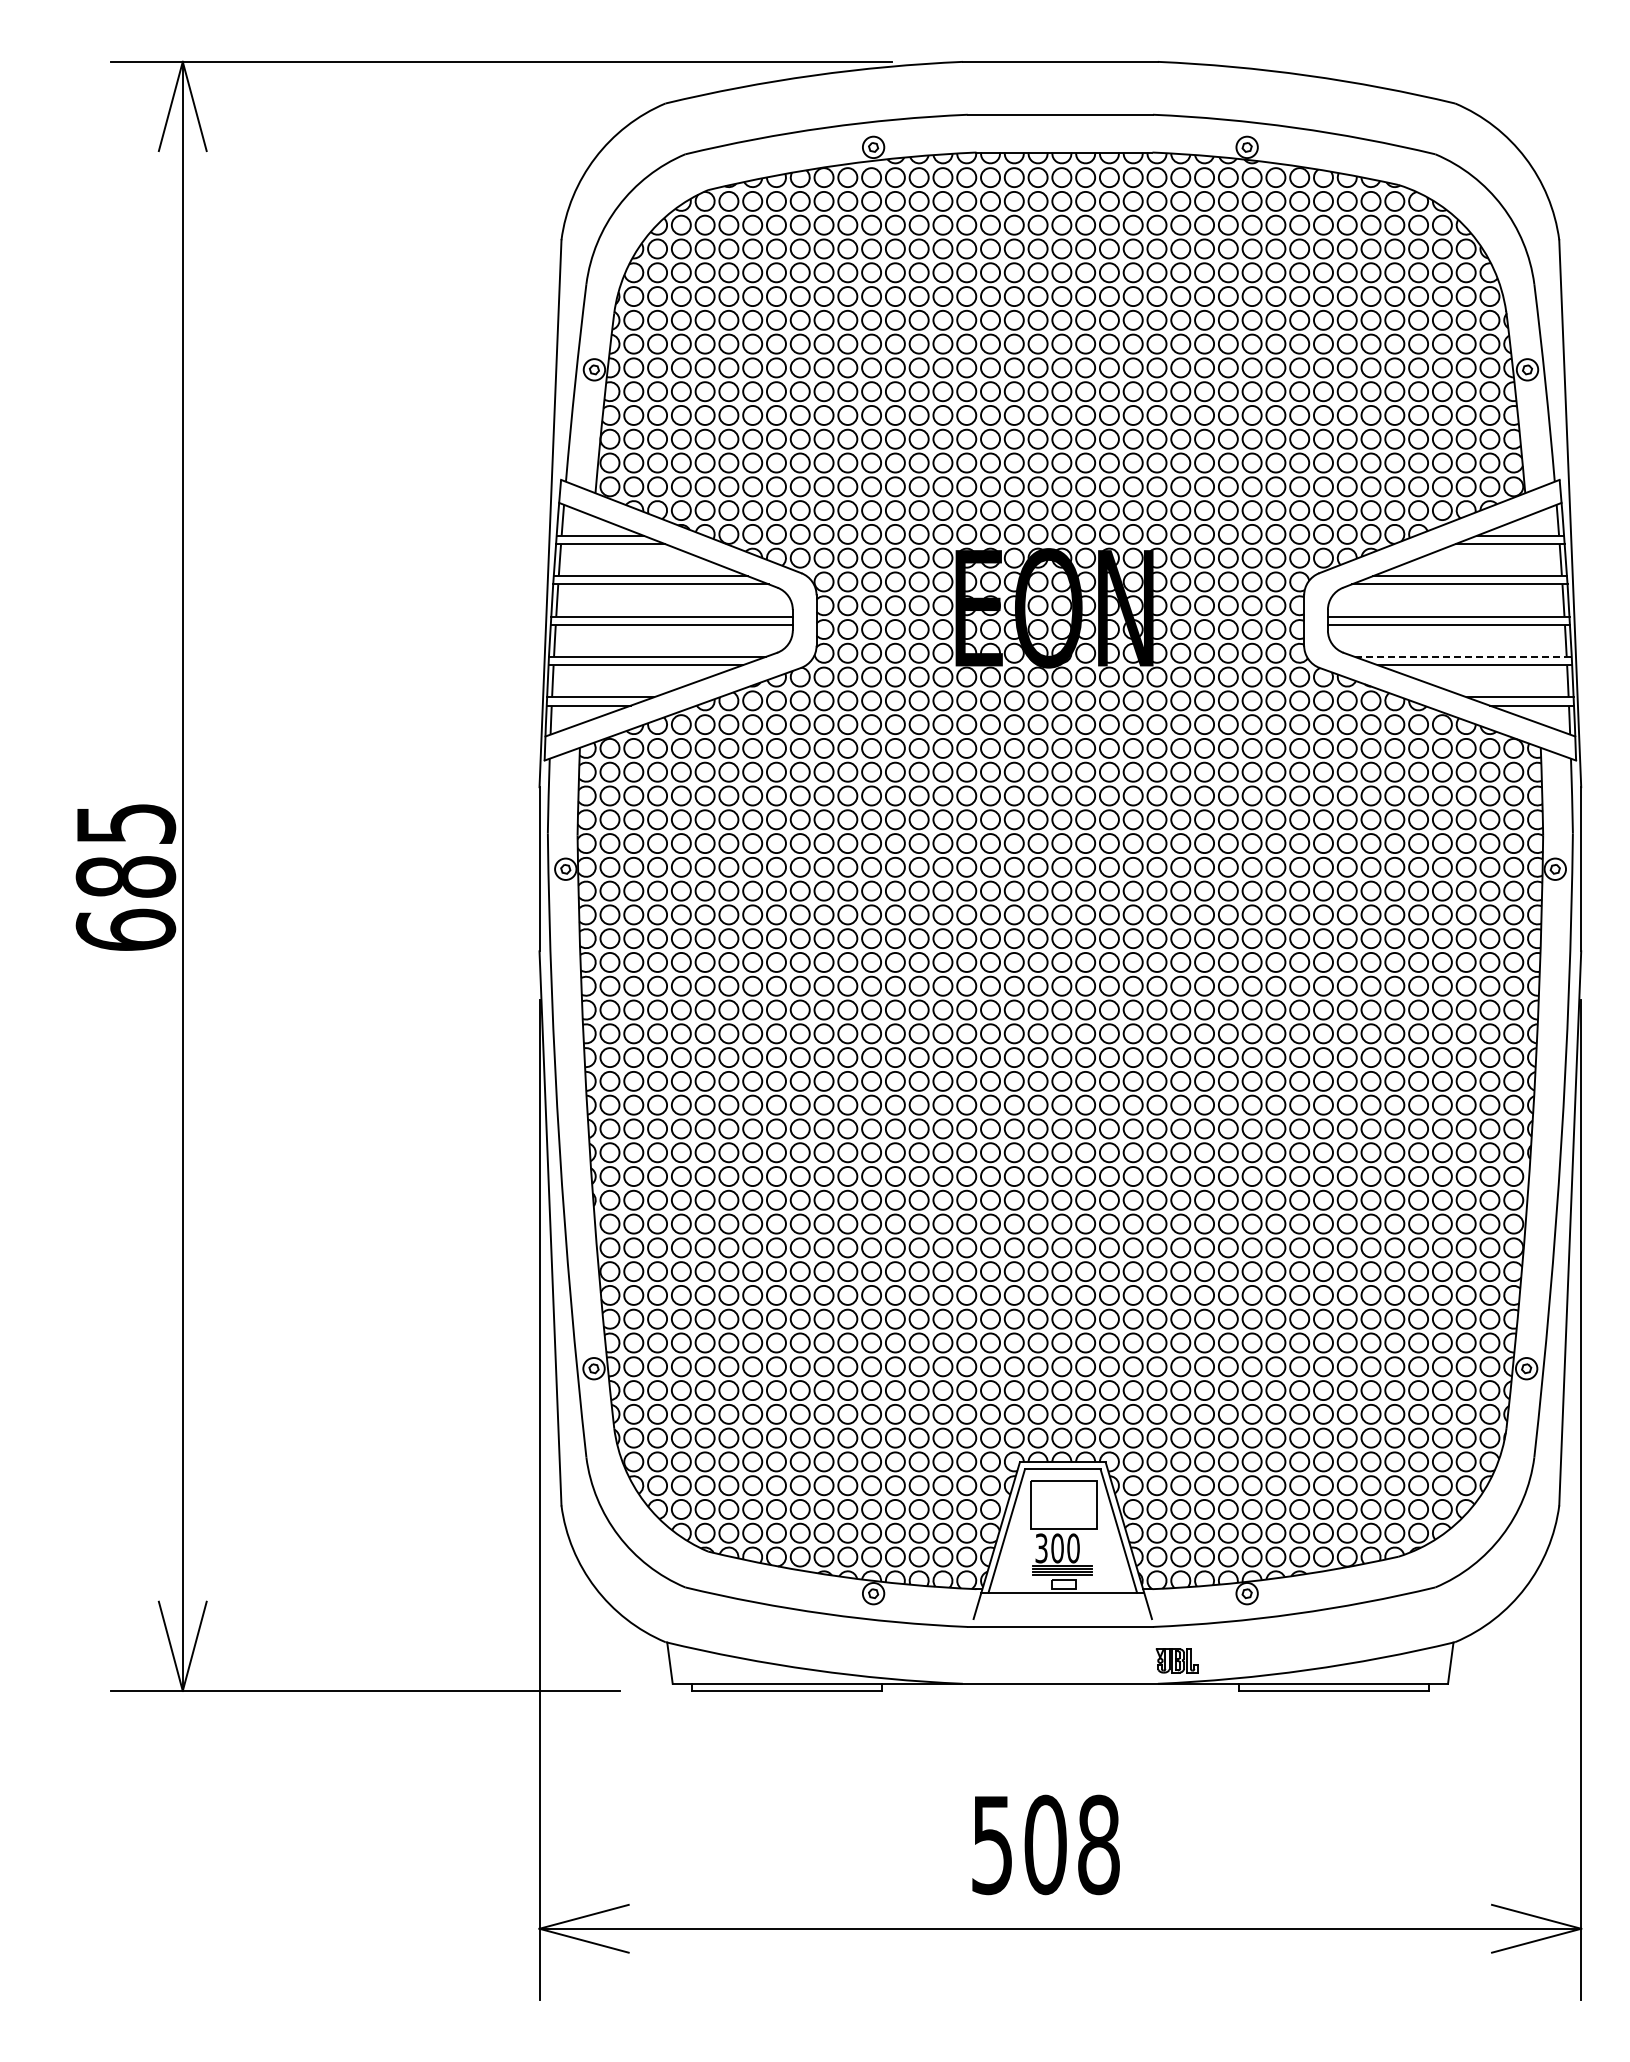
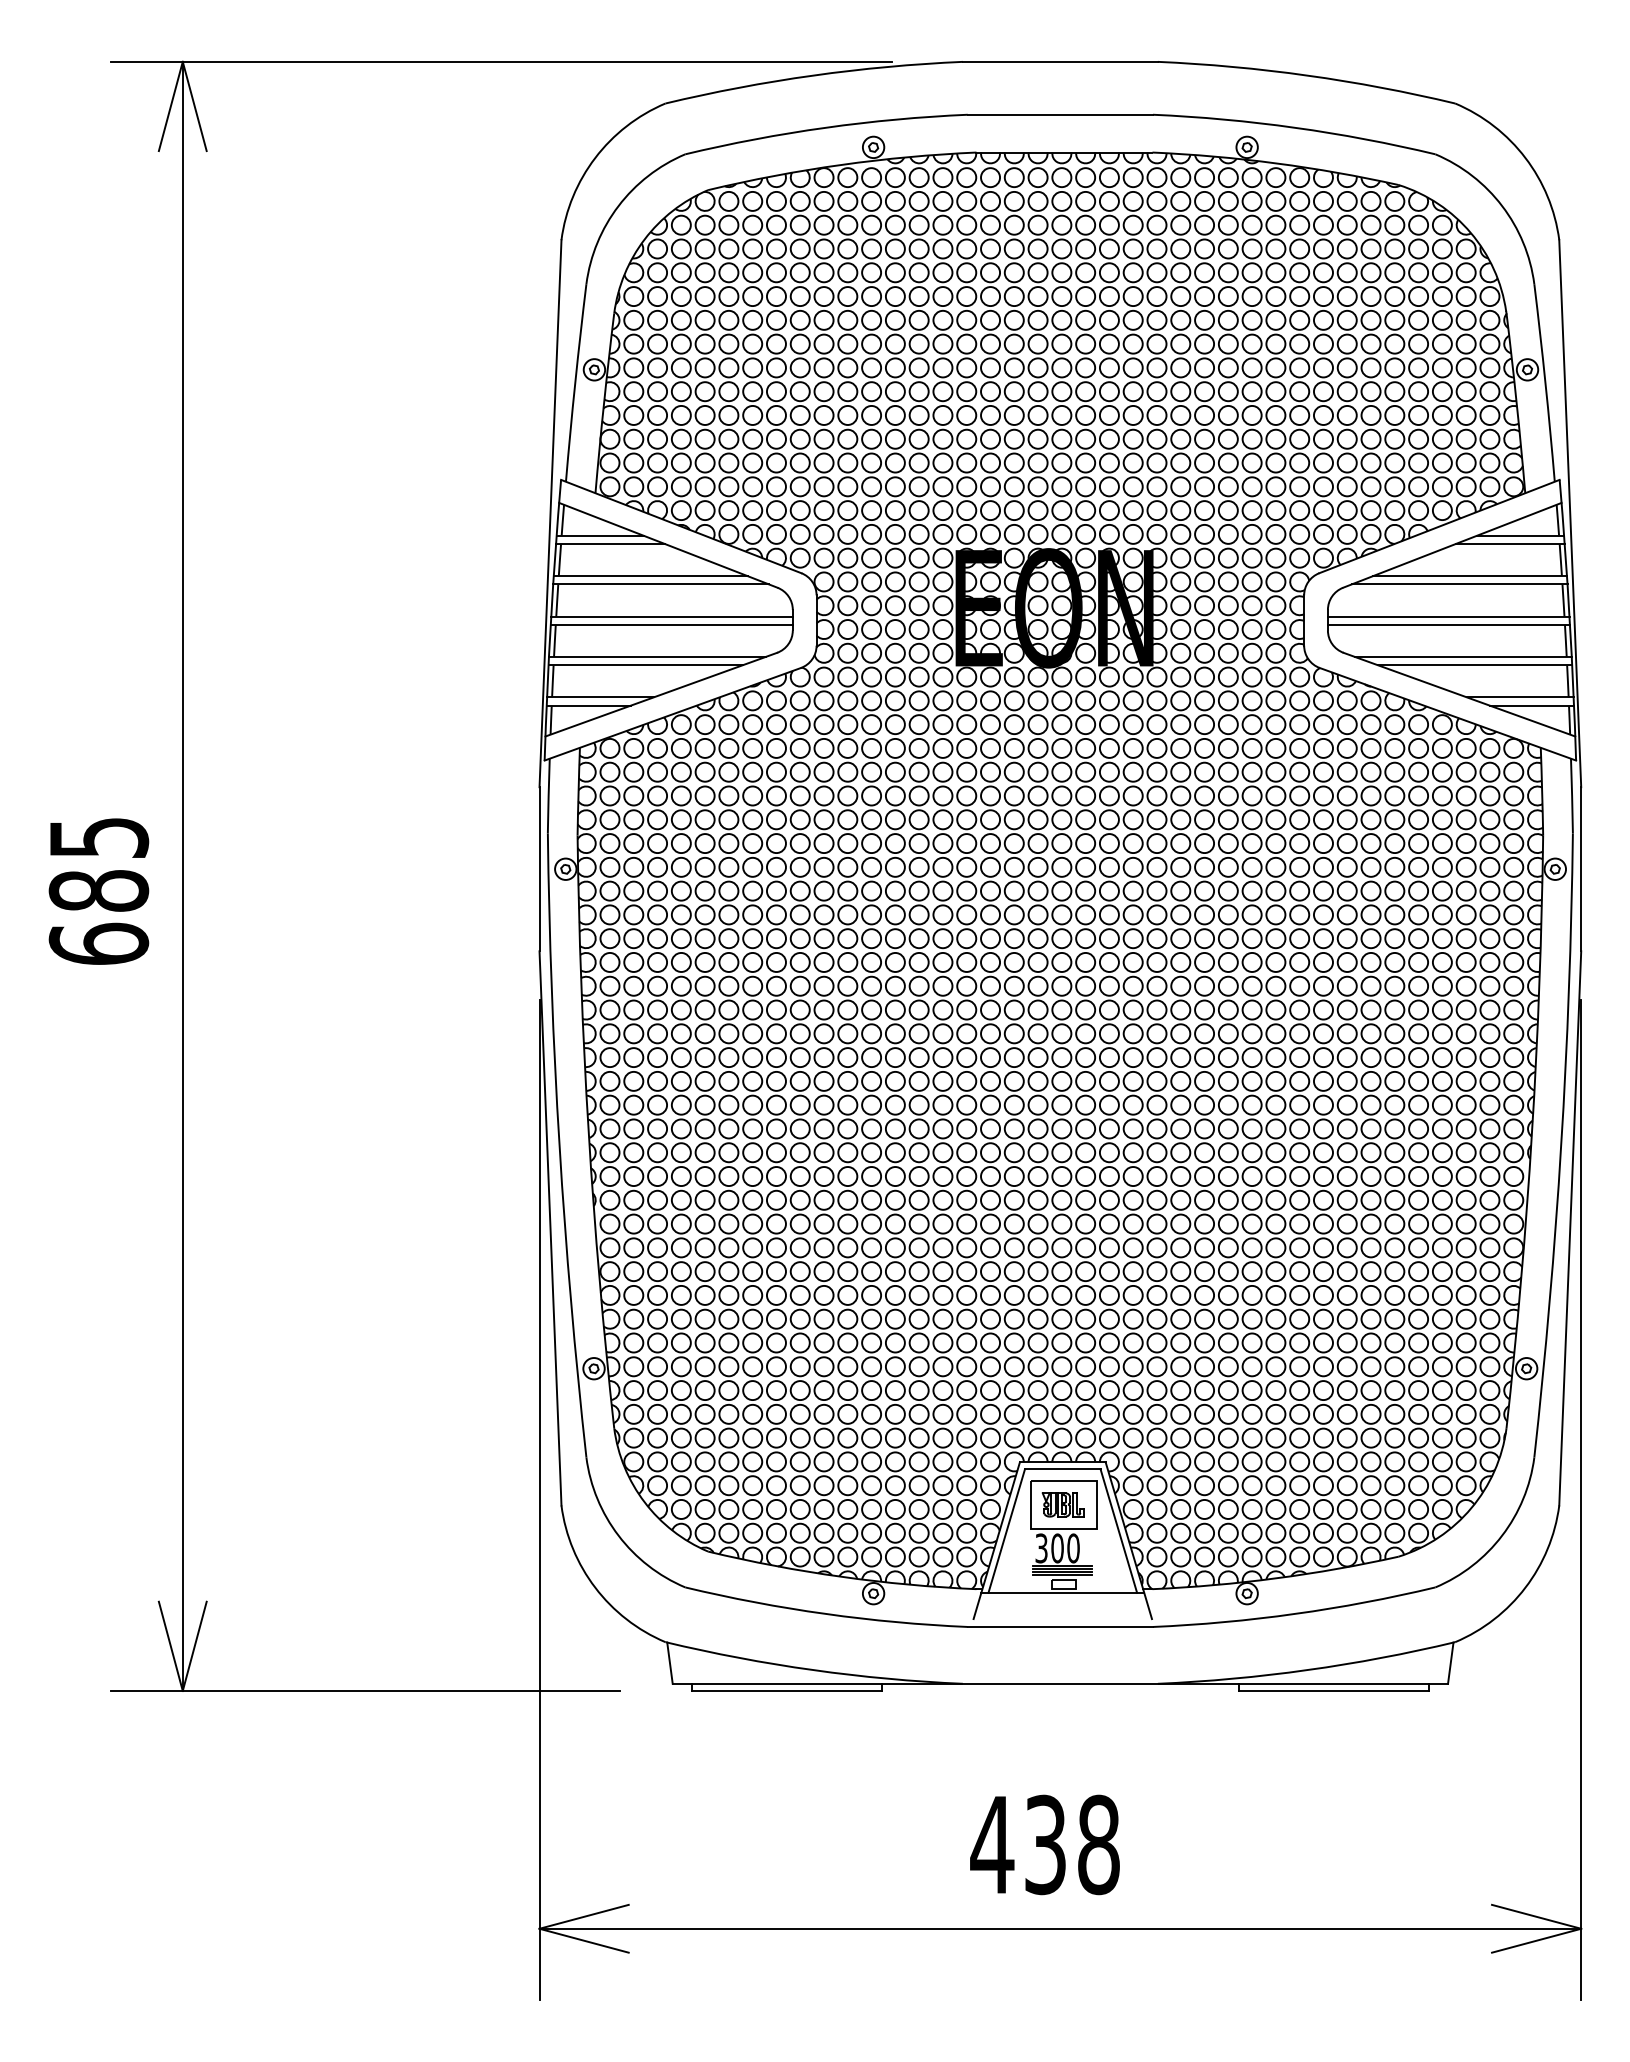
line at (1463, 657): dashed -> solid
text at (125, 877) position: (125, 877) -> (98, 891)
part at (1176, 1660) position: (1176, 1660) -> (1062, 1504)
text at (1018, 1844): 508 -> 438
